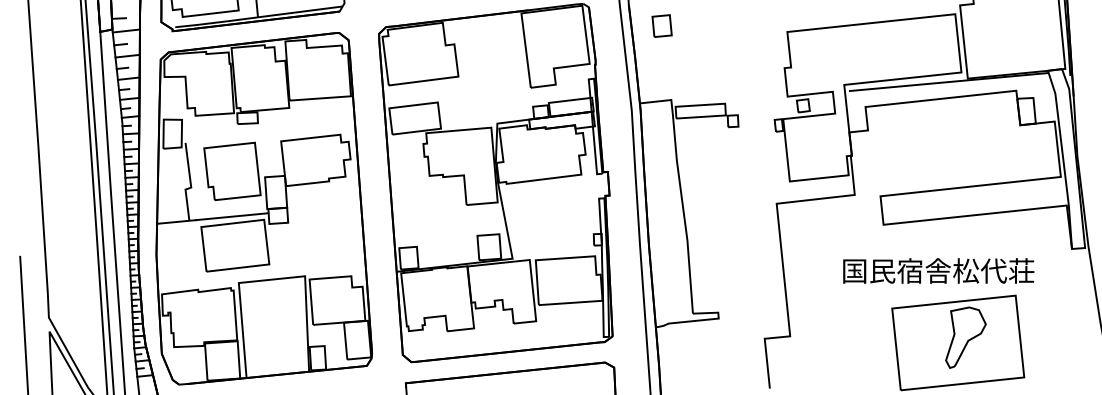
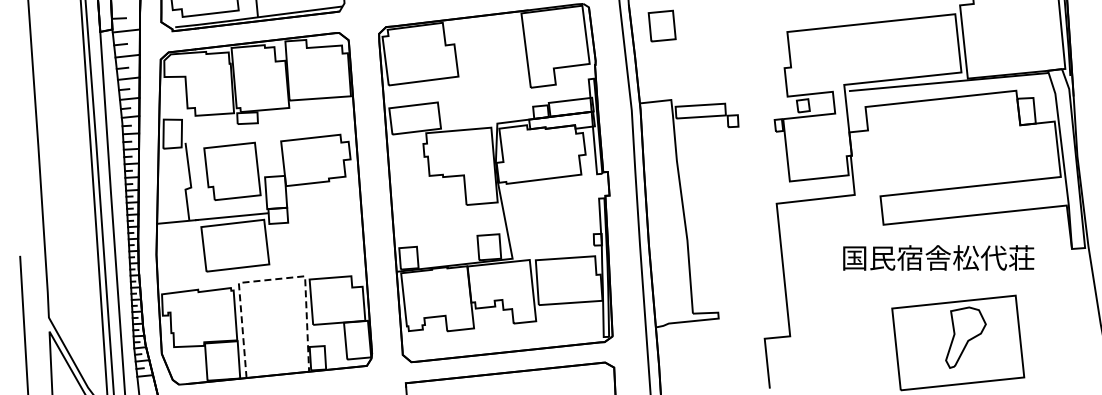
part at (661, 25) size: 22x24 px -> 30x34 px
text at (938, 270) position: (938, 270) -> (938, 257)
line at (272, 279): solid -> dashed
